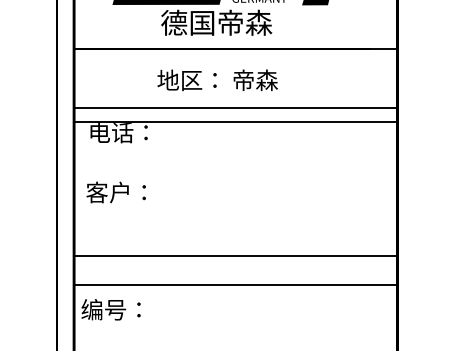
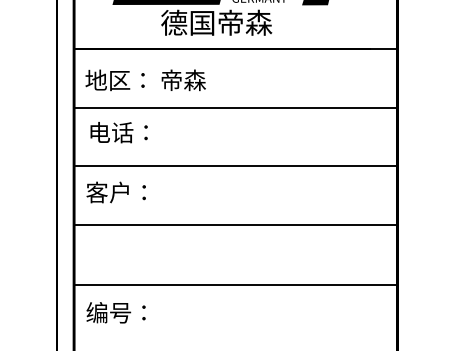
text at (217, 80) position: (217, 80) -> (145, 80)
line at (236, 121) position: (236, 121) -> (236, 165)
line at (235, 256) position: (235, 256) -> (235, 225)
text at (110, 309) position: (110, 309) -> (115, 312)
